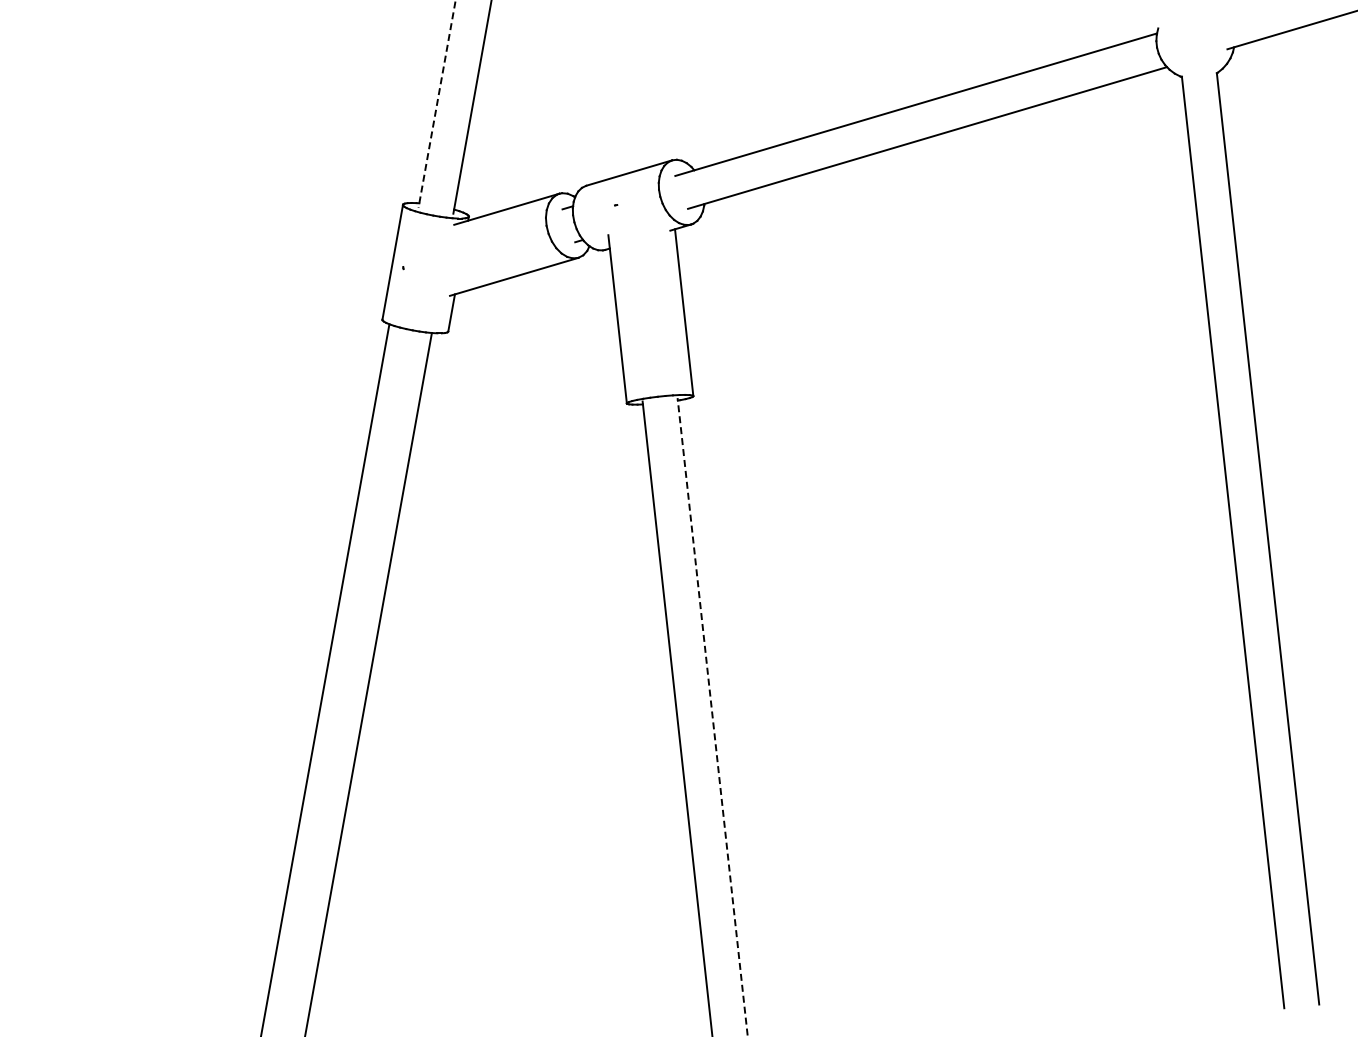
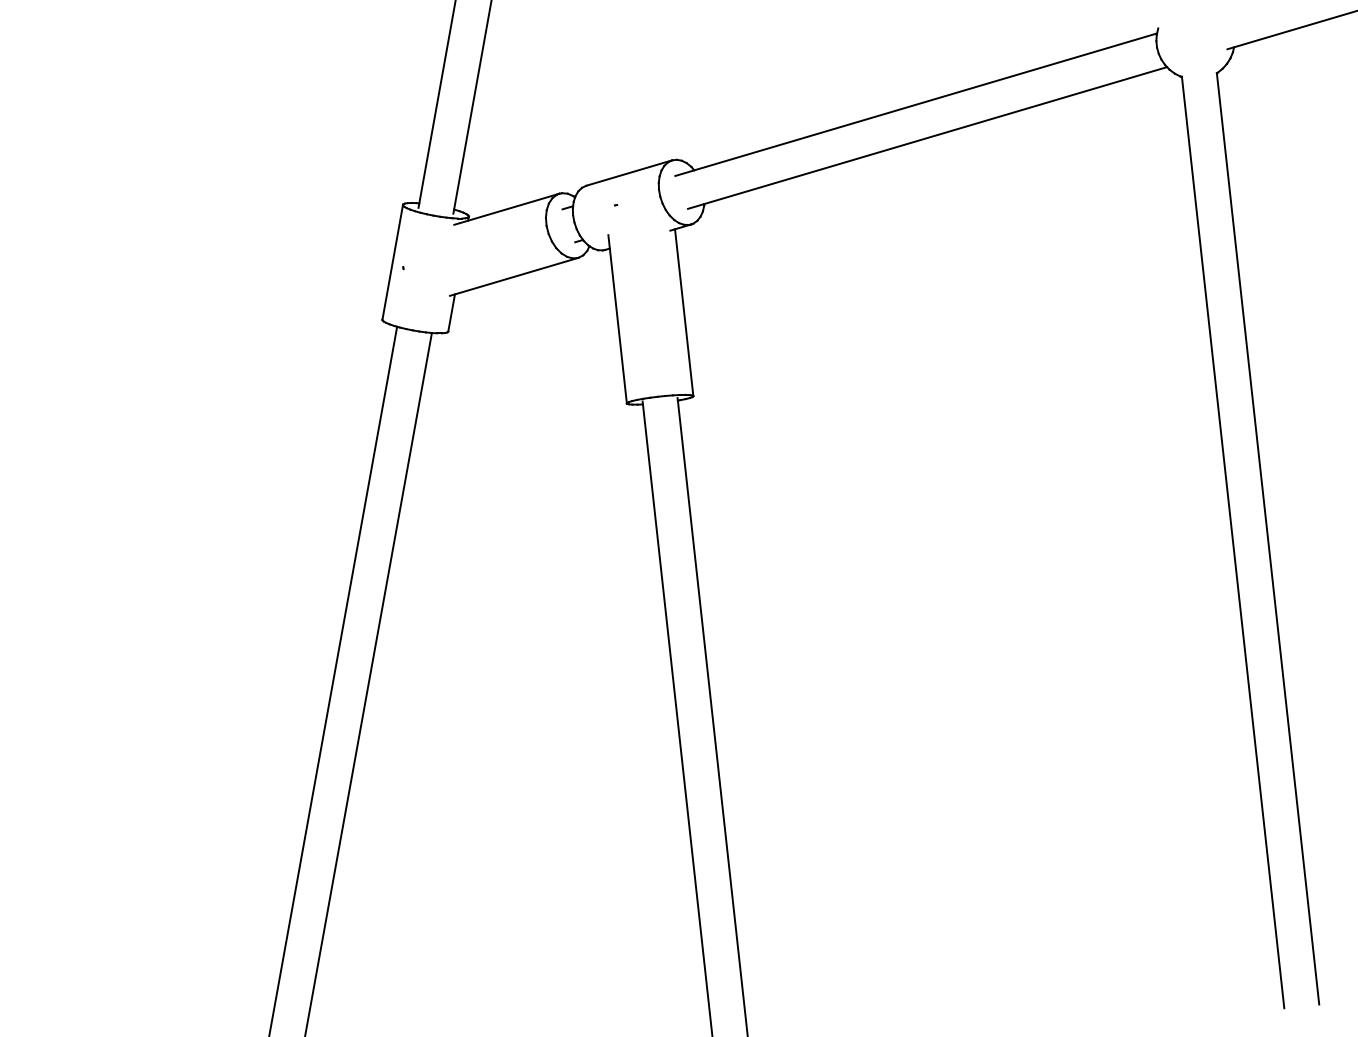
line at (437, 104): dashed -> solid
line at (325, 679) position: (325, 679) -> (333, 679)
line at (712, 716): dashed -> solid
